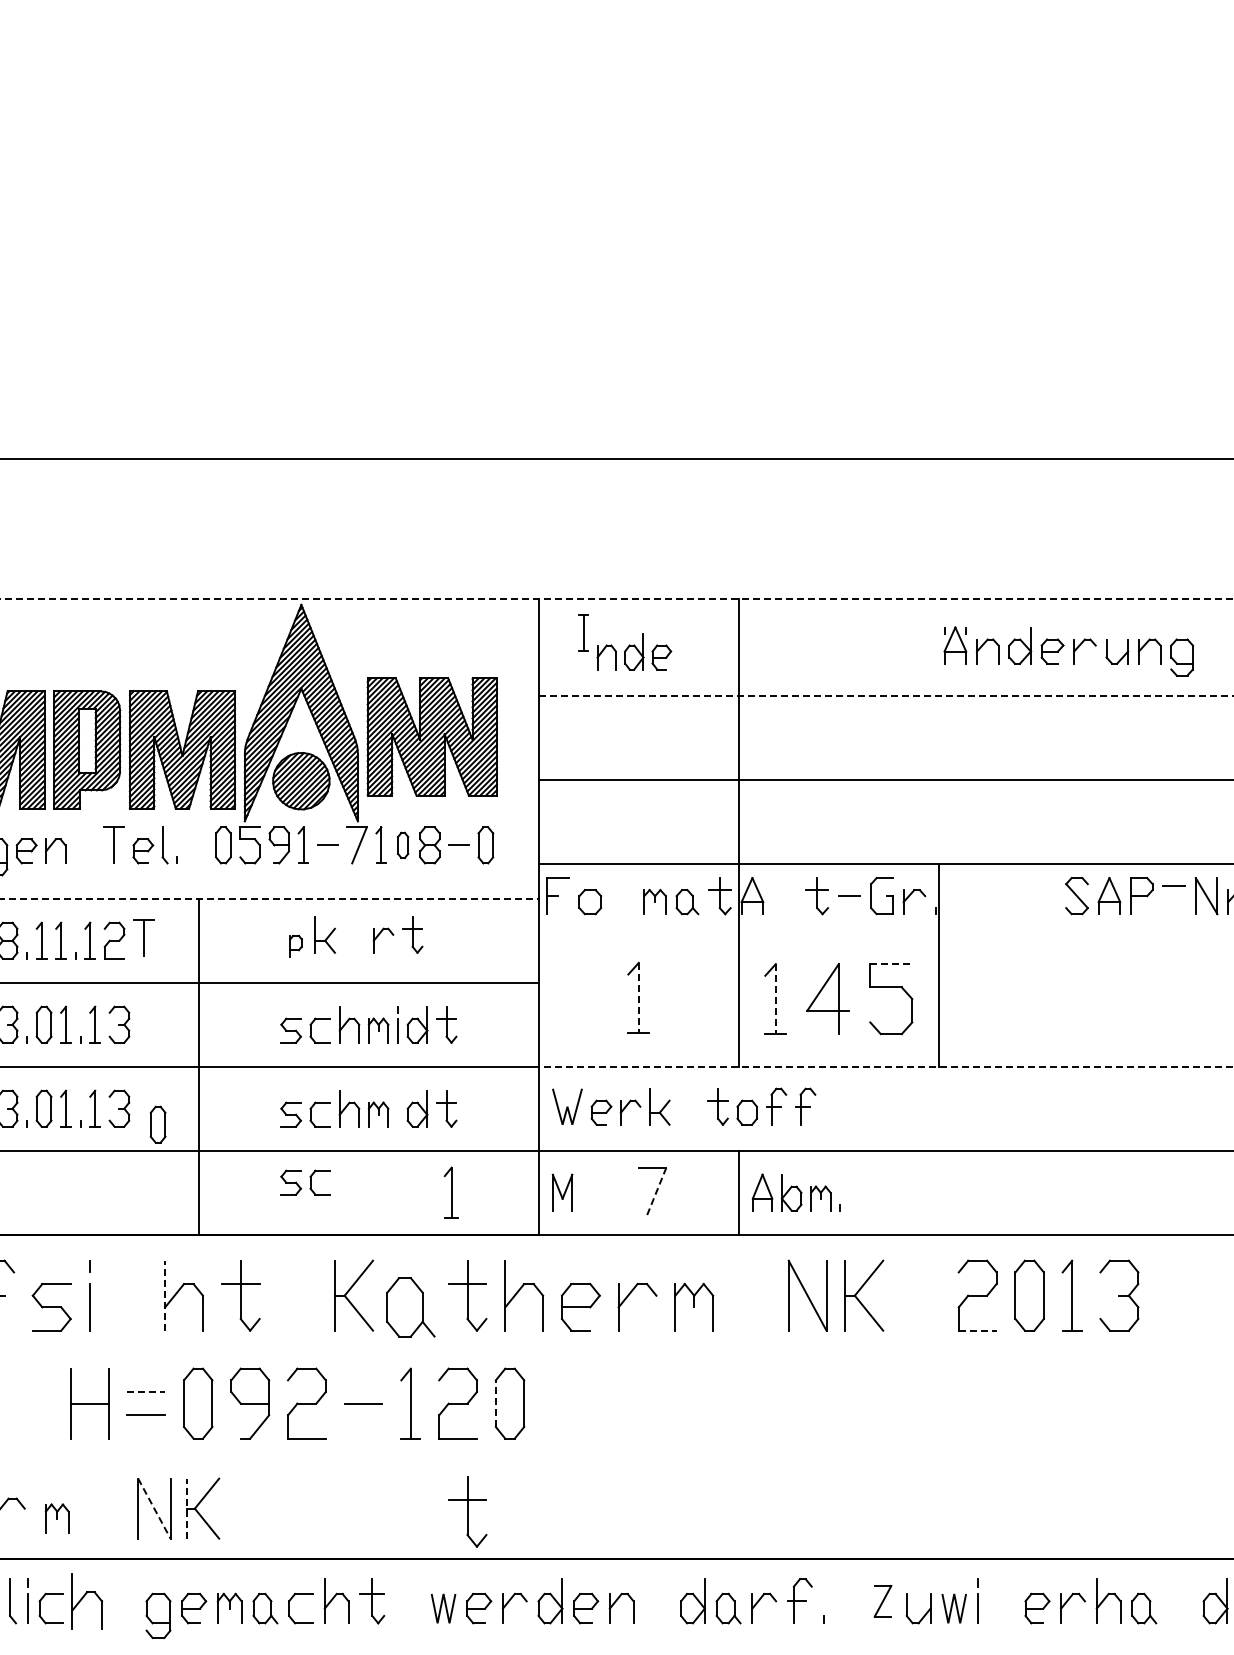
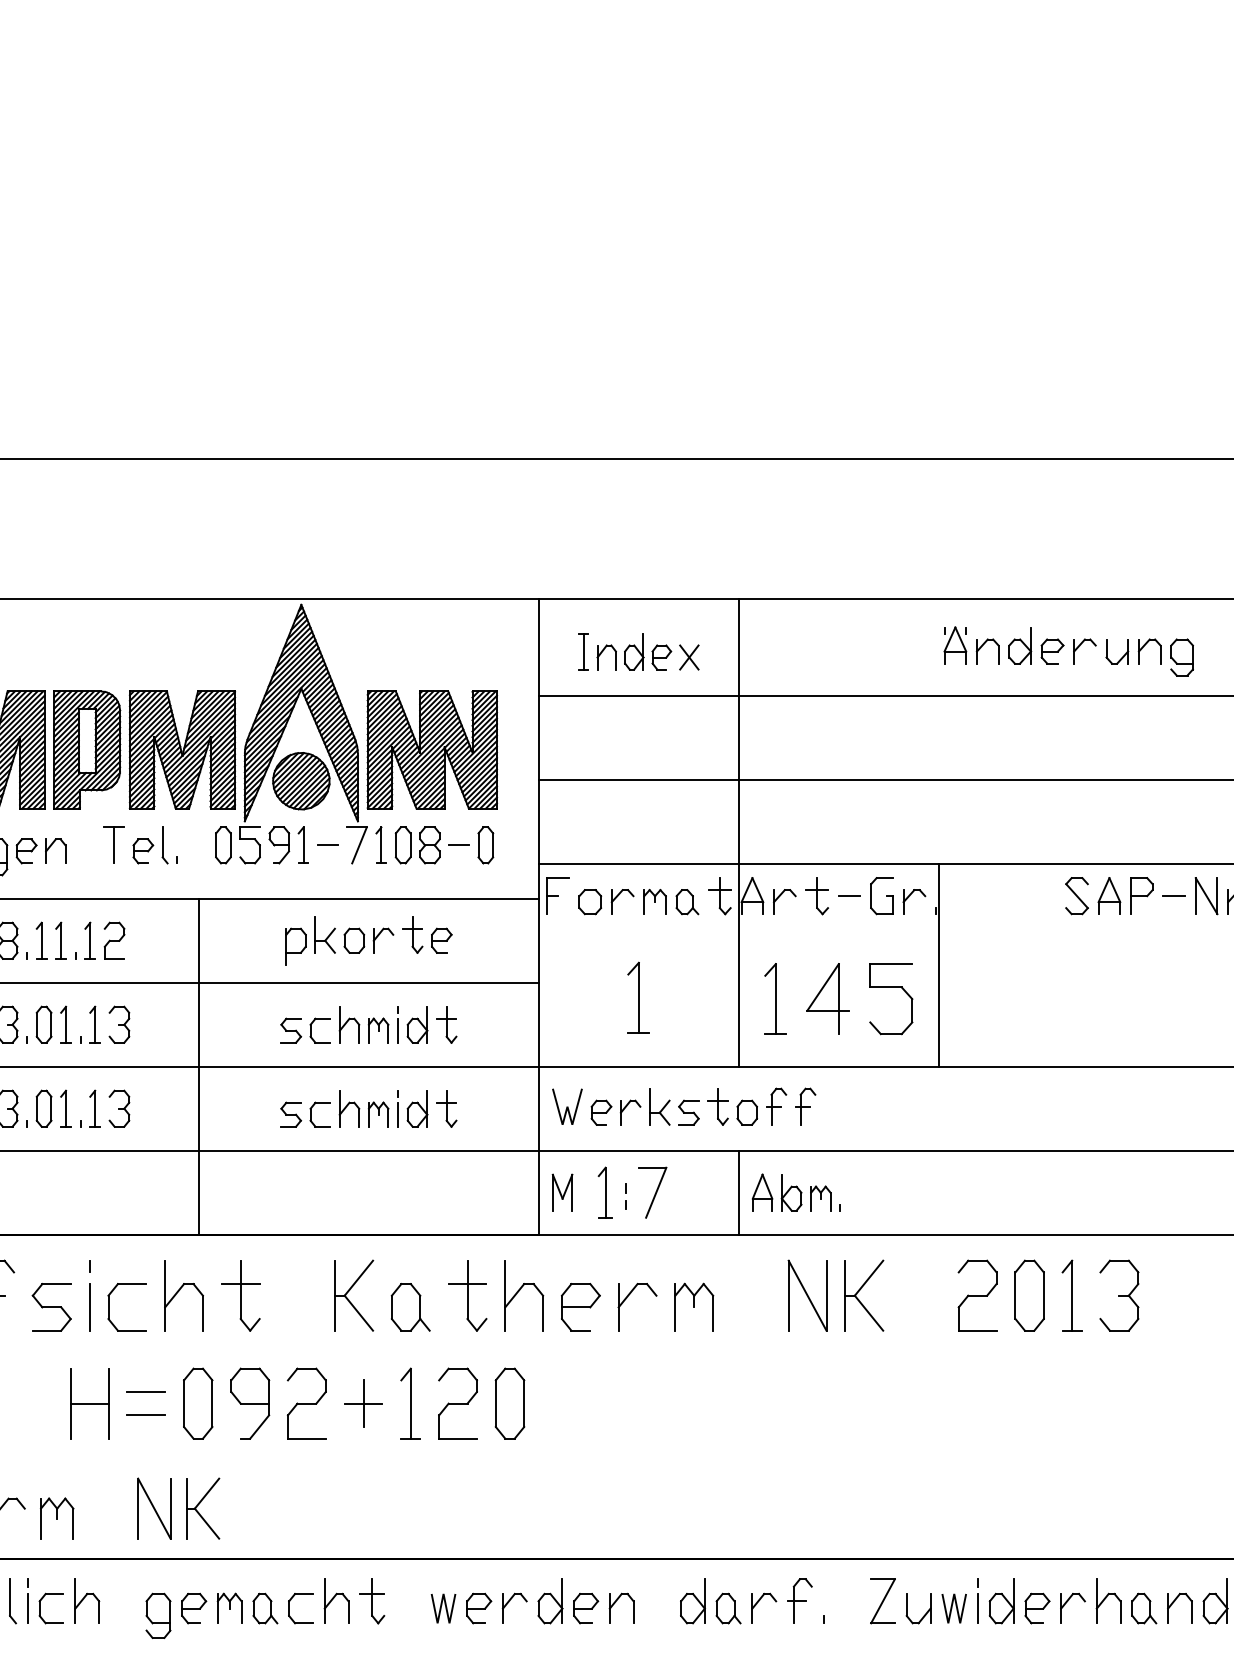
line at (616, 598): dashed -> solid
part at (583, 632) position: (583, 632) -> (583, 651)
part at (689, 657): none -> present
line at (886, 696): dashed -> solid
part at (431, 736) position: (431, 736) -> (431, 749)
part at (403, 845) size: 13x29 px -> 18x39 px
line at (1173, 885) position: (1173, 885) -> (1173, 895)
part at (618, 896): none -> present
part at (780, 896): none -> present
line at (269, 898): dashed -> solid
part at (143, 937): present -> none
part at (354, 940): none -> present
part at (441, 940): none -> present
part at (295, 945) size: 14x24 px -> 22x39 px
line at (891, 964): dashed -> solid
line at (638, 997): dashed -> solid
line at (775, 999): dashed -> solid
line at (885, 1066): dashed -> solid
line at (397, 1108): none -> present
part at (688, 1112): none -> present
part at (157, 1124): present -> none
part at (305, 1182): present -> none
part at (450, 1192) position: (450, 1192) -> (604, 1192)
line at (656, 1192): dashed -> solid
line at (625, 1193): none -> present
line at (165, 1295): dashed -> solid
part at (109, 1307): none -> present
part at (410, 1307) size: 50x61 px -> 41x49 px
line at (977, 1330): dashed -> solid
line at (146, 1392): dashed -> solid
line at (363, 1403): none -> present
line at (495, 1403): dashed -> solid
line at (186, 1508): dashed -> solid
line at (154, 1509): dashed -> solid
part at (467, 1511): present -> none
part at (56, 1518) size: 26x31 px -> 35x43 px
part at (87, 1601) size: 33x57 px -> 27x46 px
part at (882, 1601) size: 20x33 px -> 26x47 px
part at (1001, 1601): none -> present
part at (1174, 1602): none -> present
